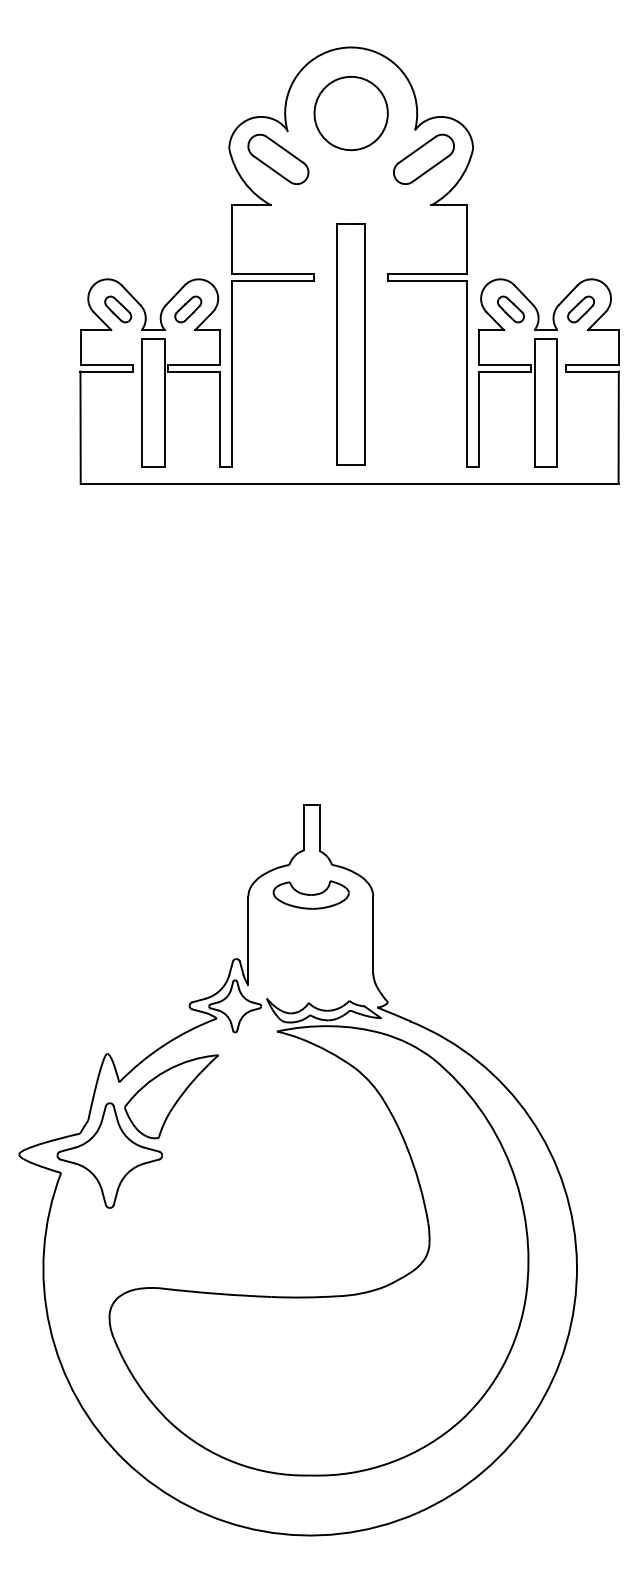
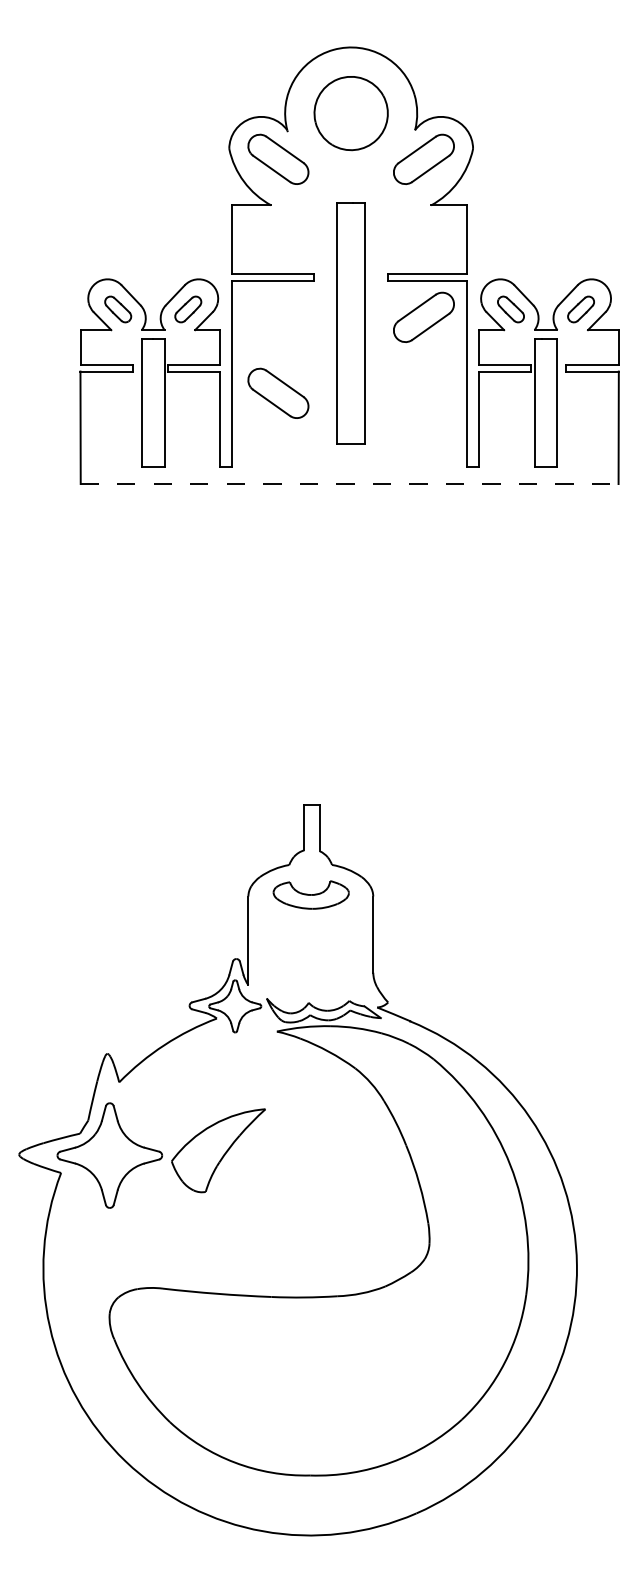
part at (423, 316): none -> present
part at (350, 344) position: (350, 344) -> (350, 323)
part at (278, 392): none -> present
line at (349, 484): solid -> dashed
part at (171, 1096) position: (171, 1096) -> (218, 1150)
